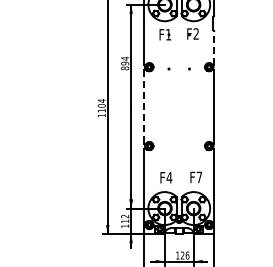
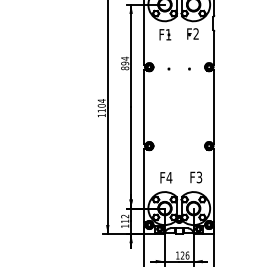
line at (214, 47): dashed -> solid
line at (144, 106): dashed -> solid
text at (199, 177): F7 -> F3
